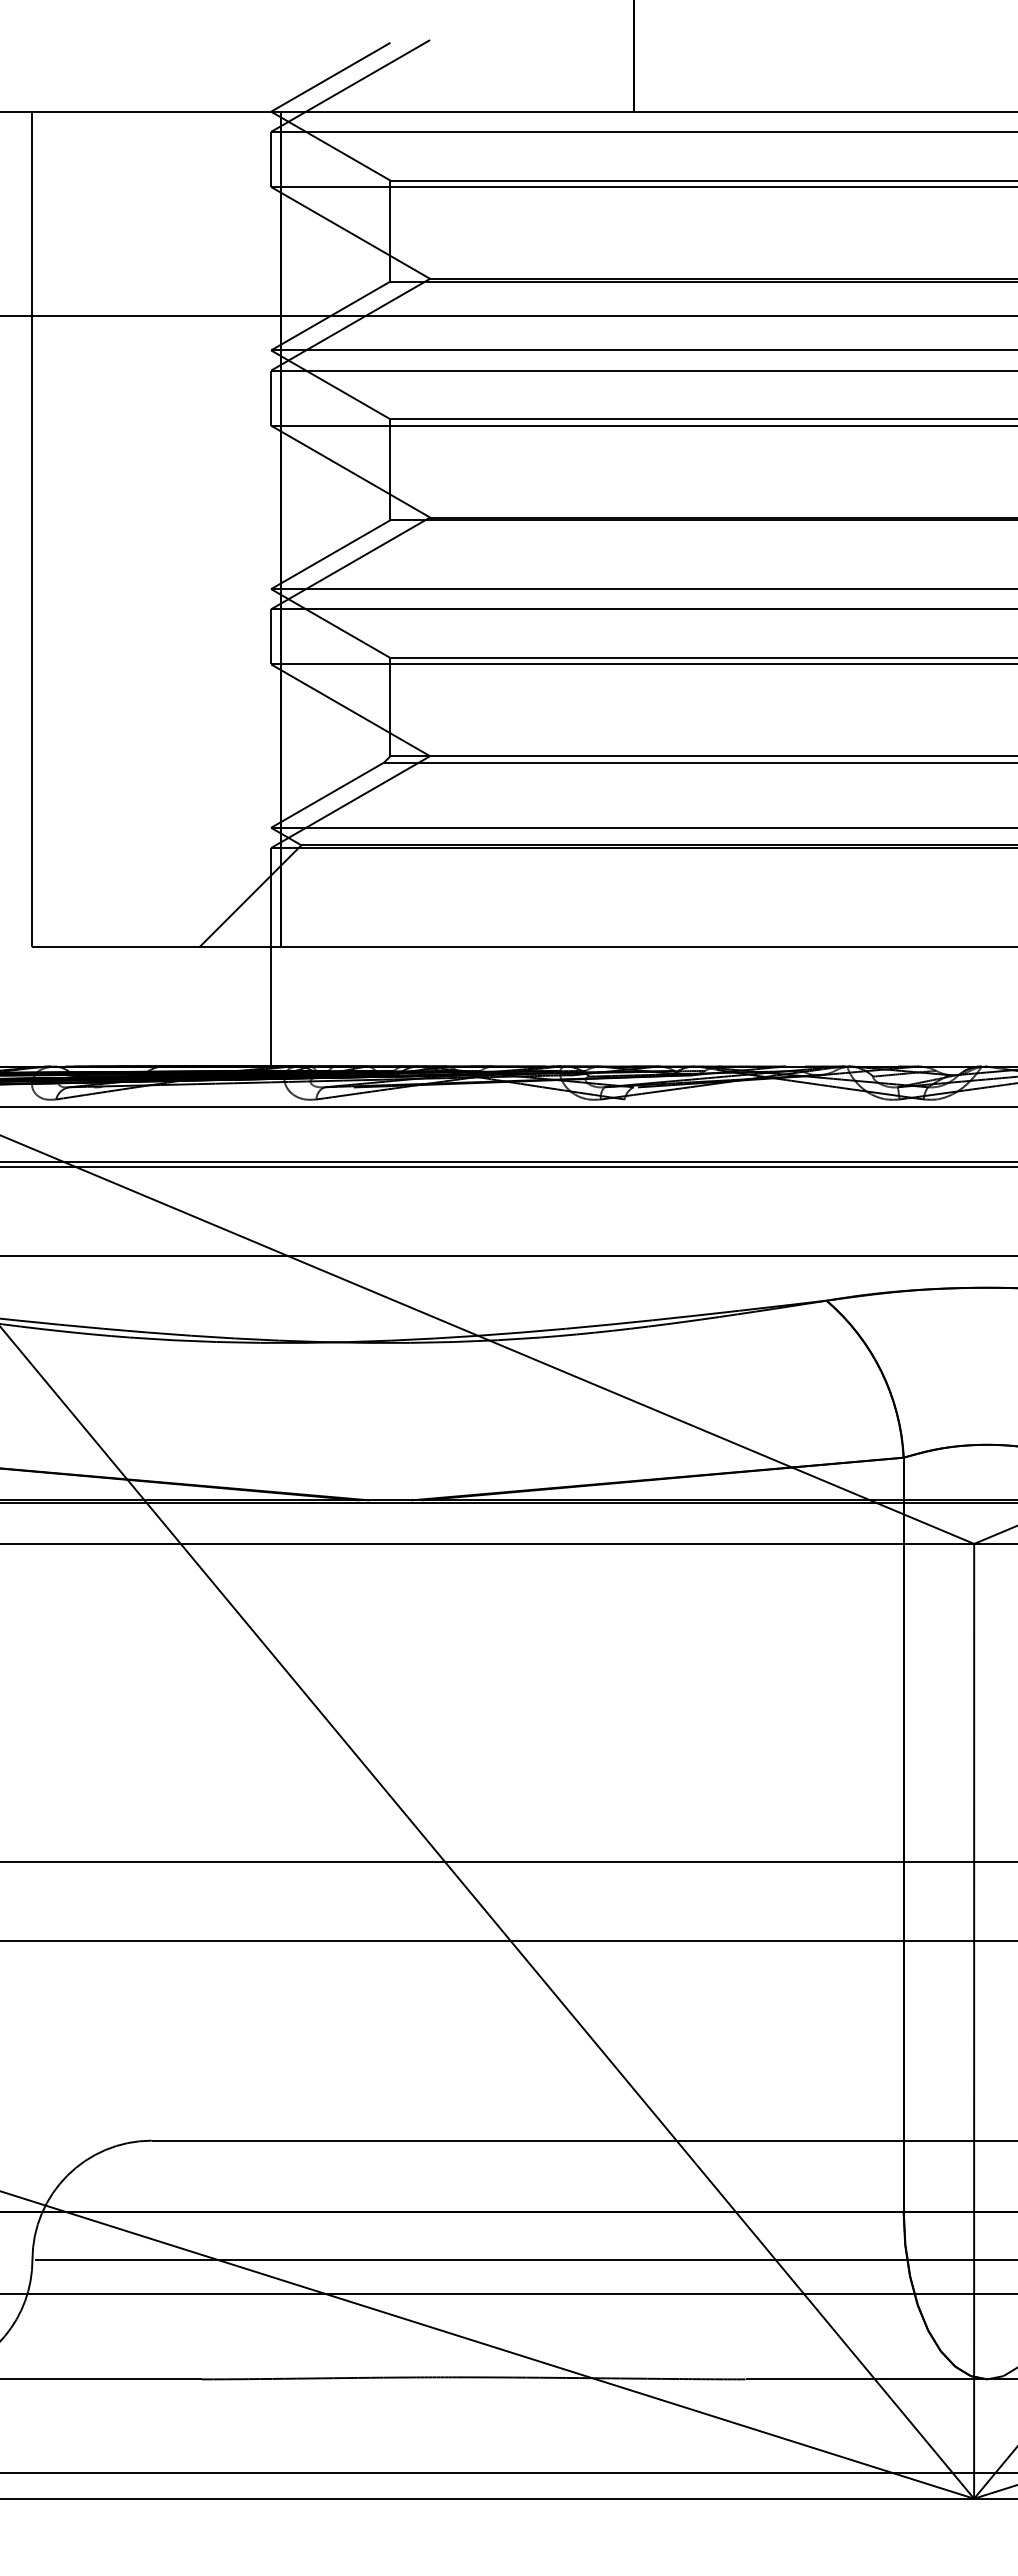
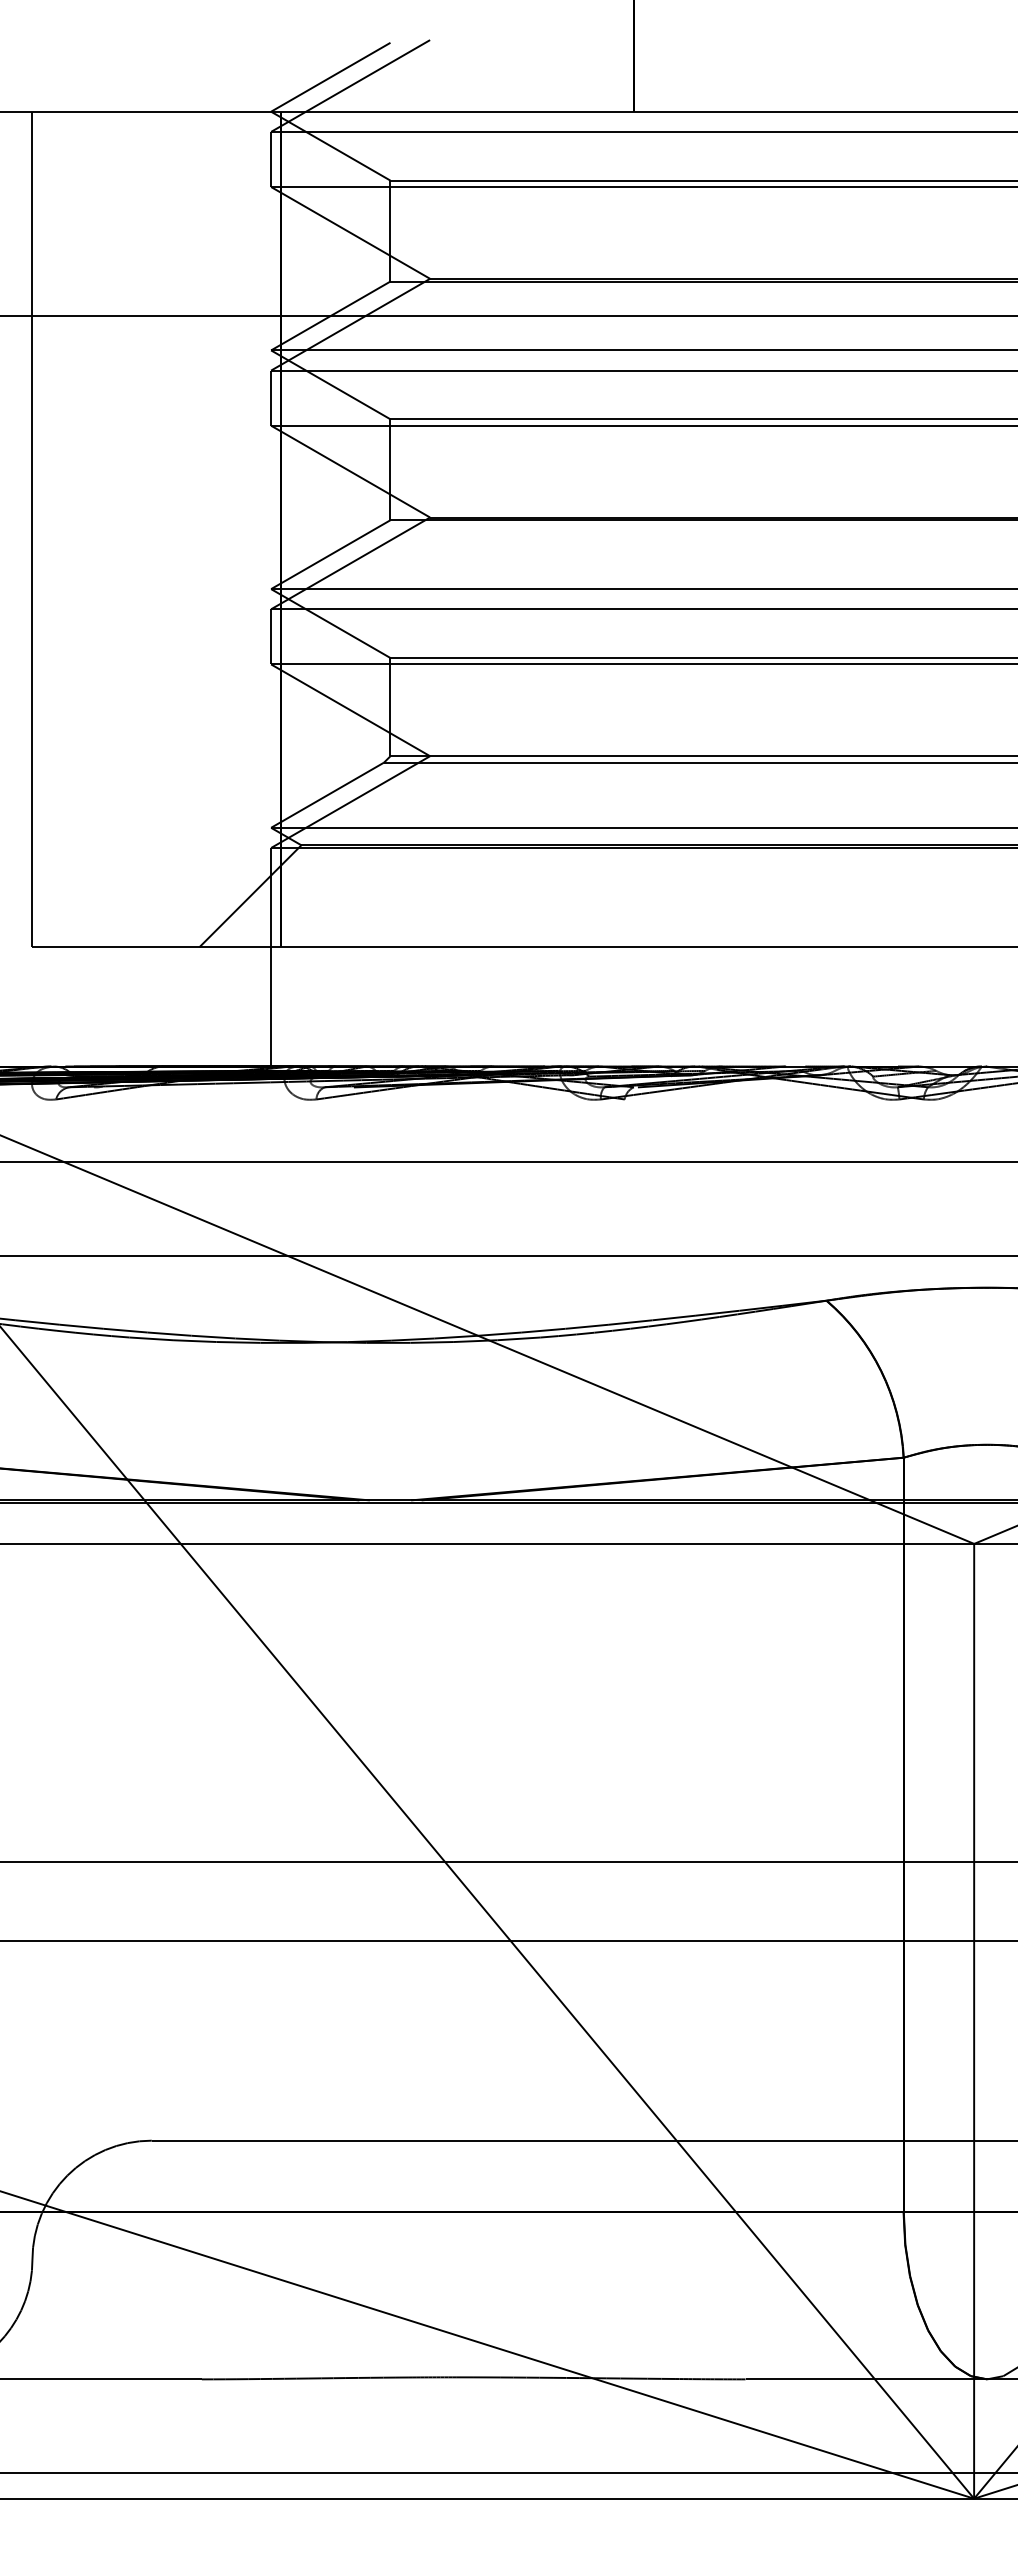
line at (508, 1107): present -> none
line at (508, 1166): present -> none
line at (524, 2260): present -> none
line at (508, 2294): present -> none
